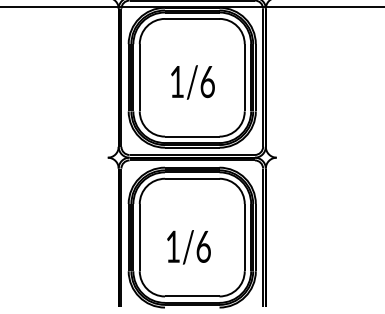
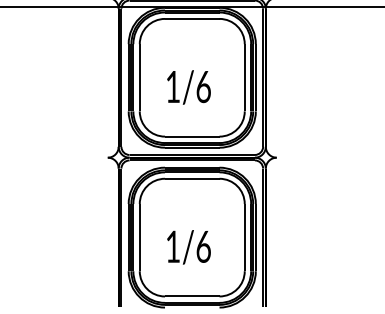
text at (192, 82) position: (192, 82) -> (188, 87)
